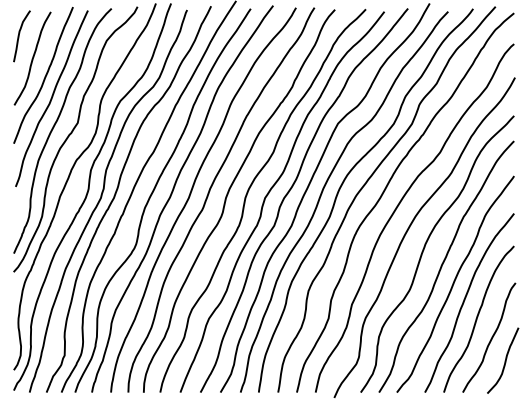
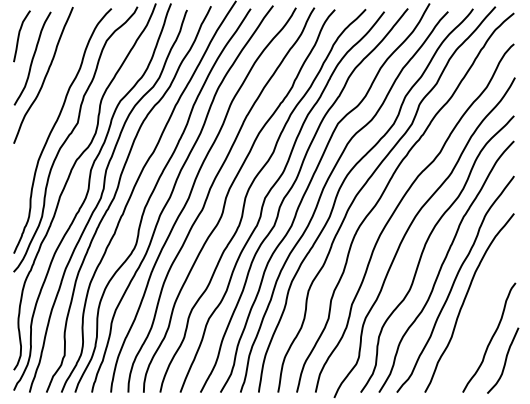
curve at (51, 98): present -> none
curve at (478, 317): present -> none
